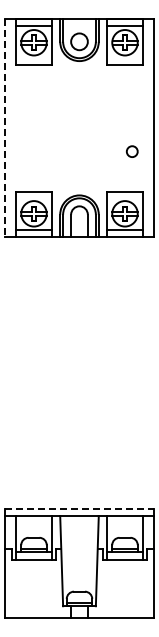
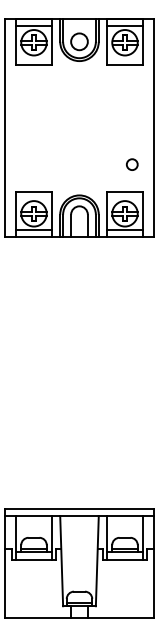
line at (4, 128): dashed -> solid
circle at (132, 151) position: (132, 151) -> (132, 164)
line at (79, 508): dashed -> solid
